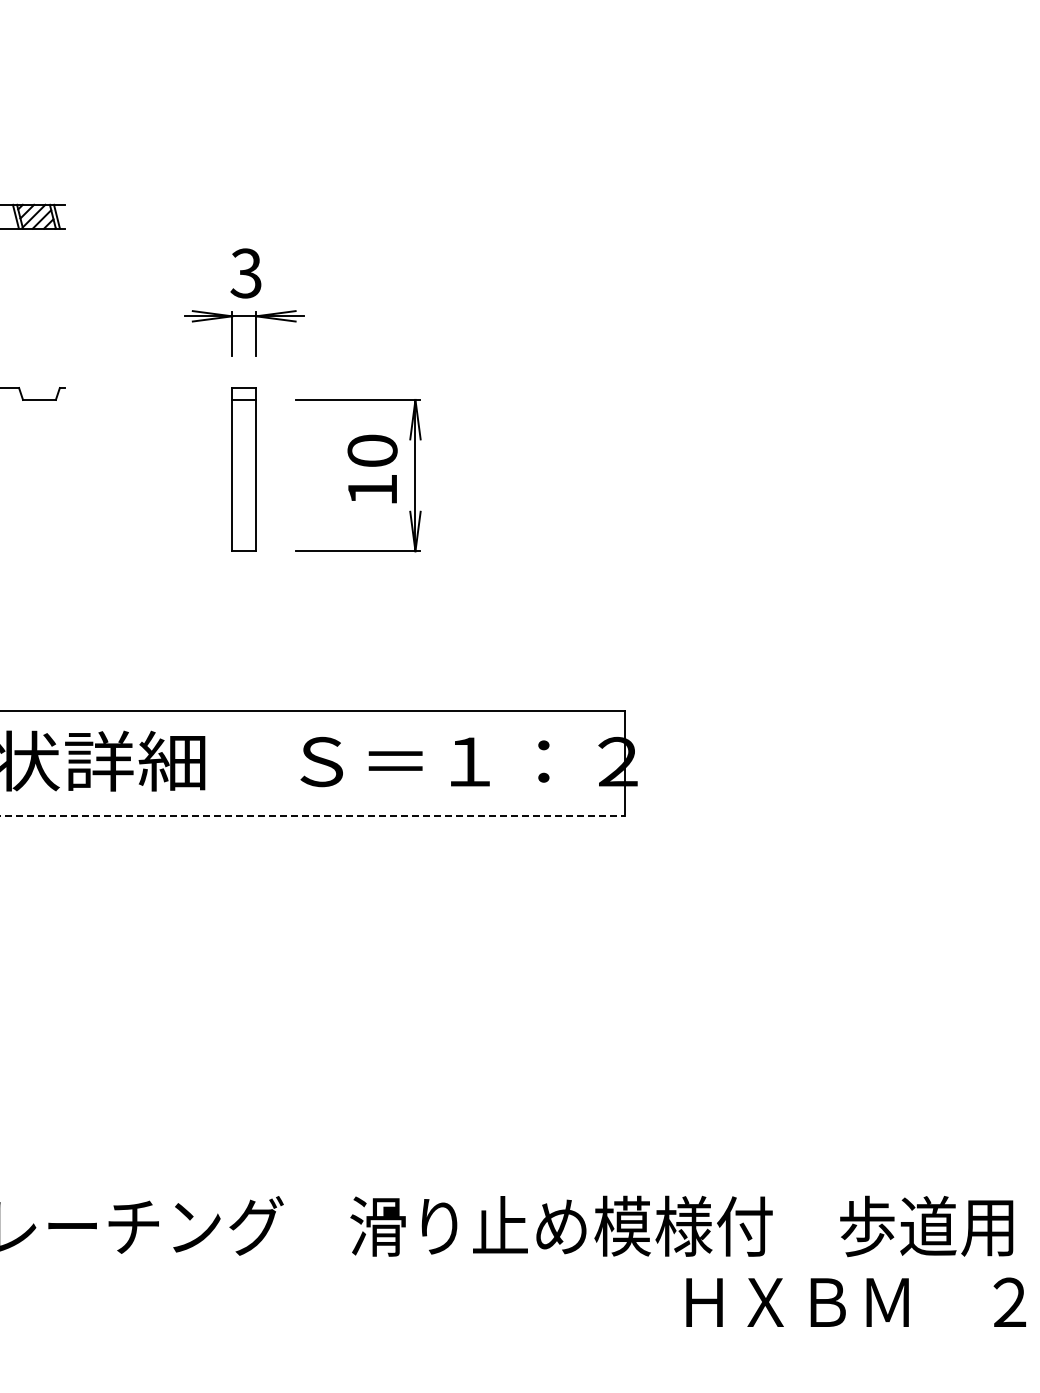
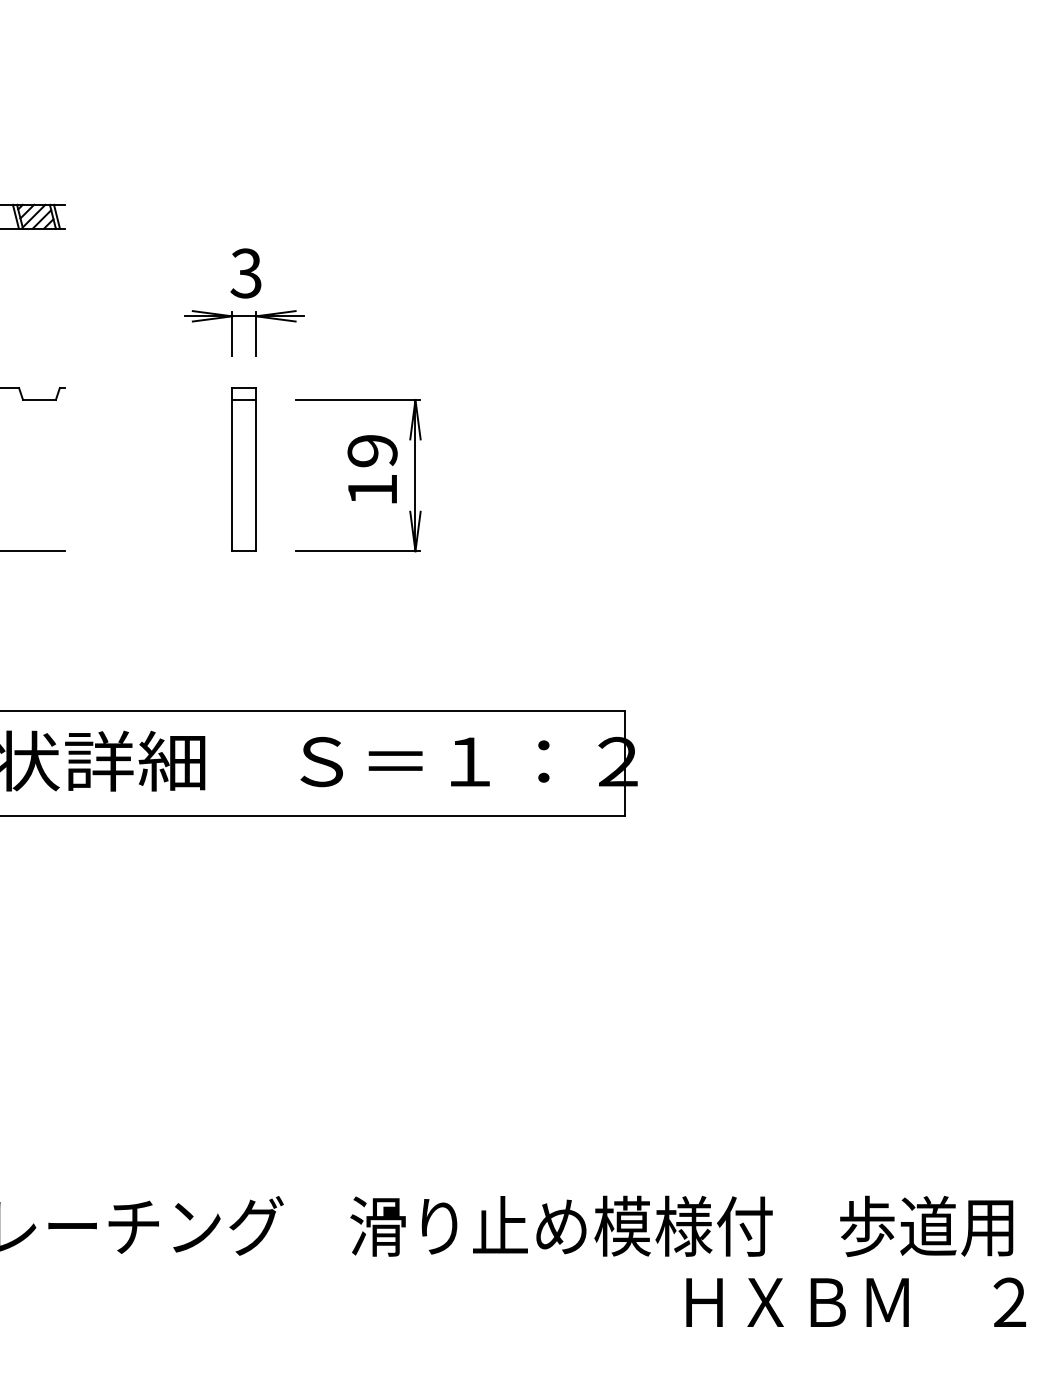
text at (372, 450): 10 -> 19
line at (33, 551): none -> present
line at (313, 816): dashed -> solid
